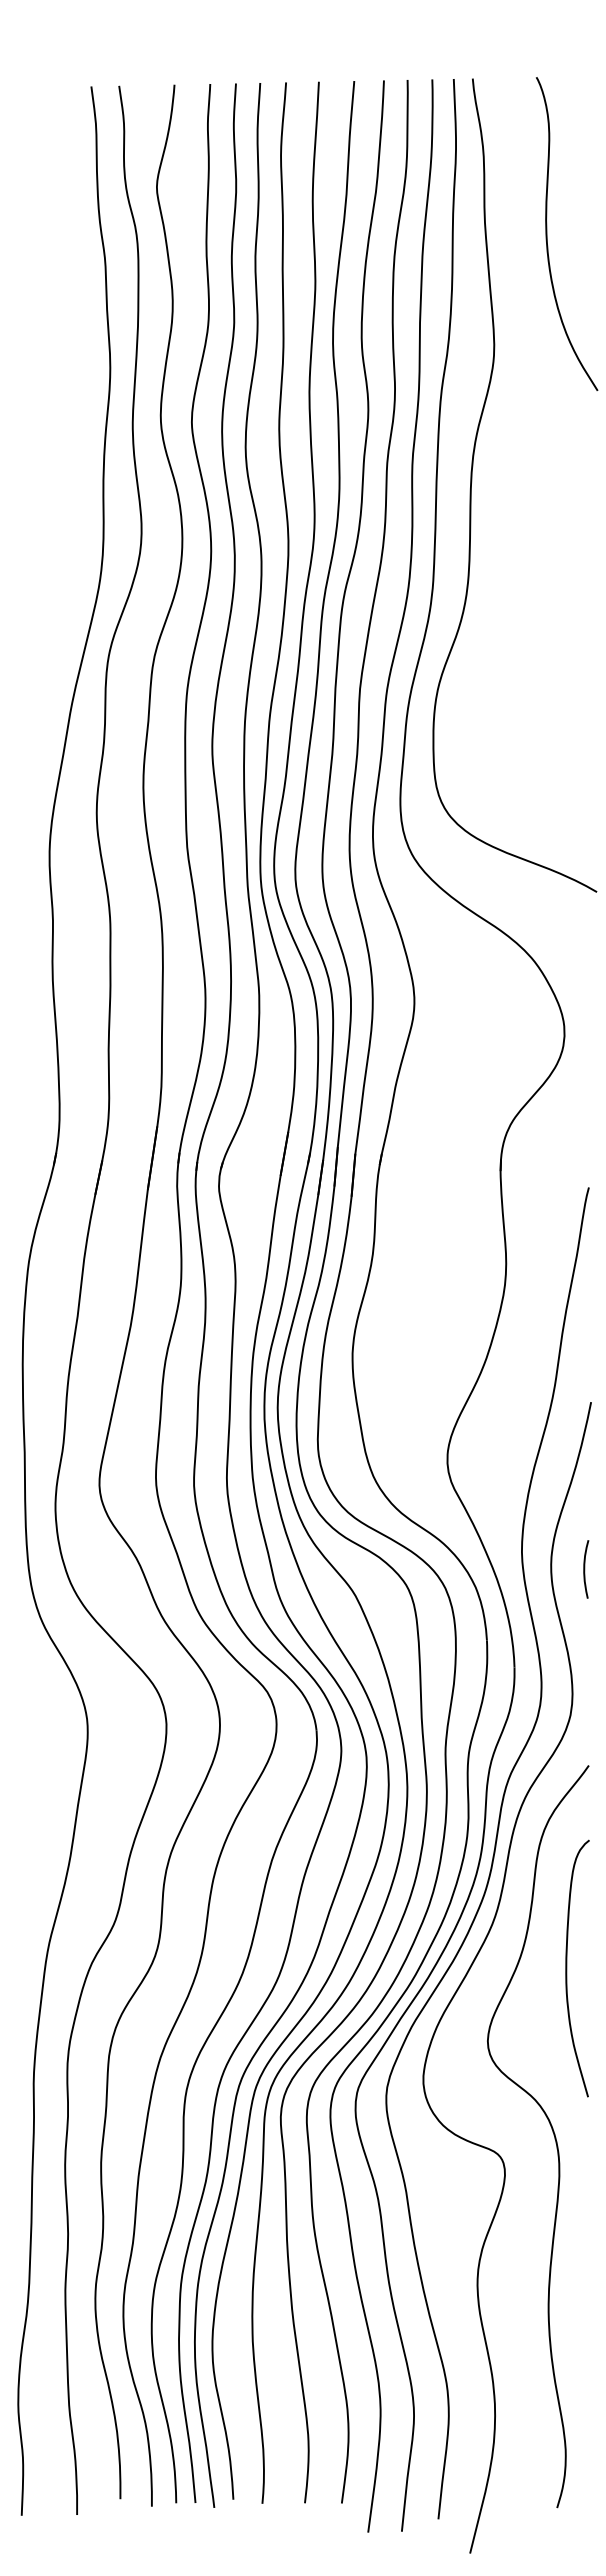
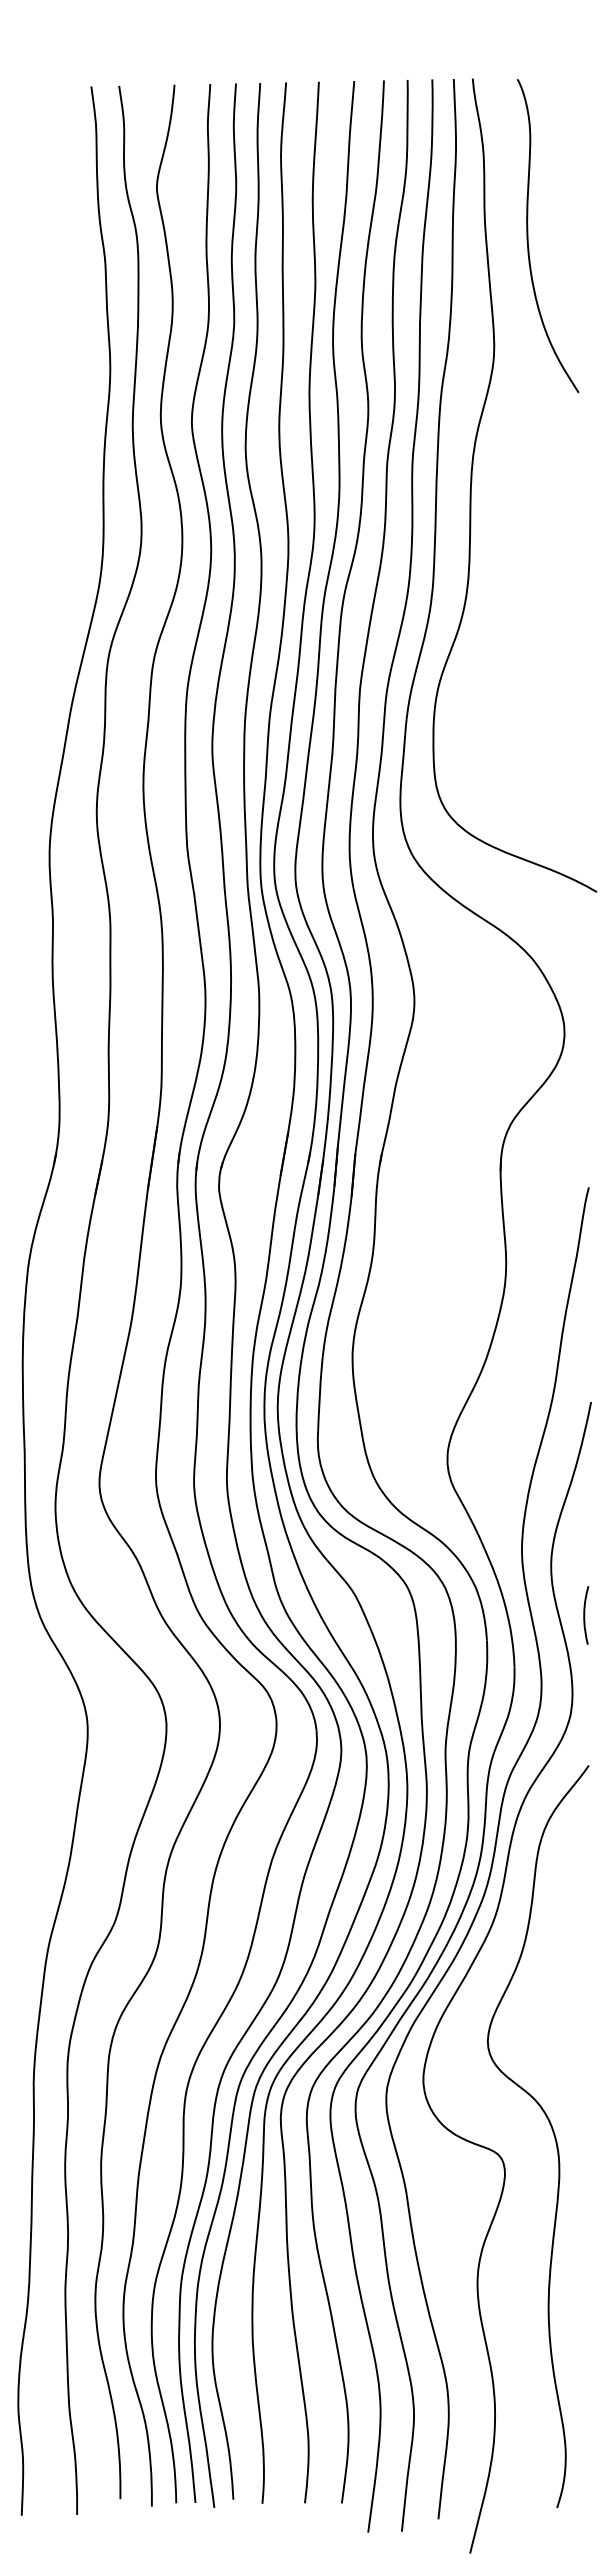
curve at (547, 233) position: (547, 233) -> (528, 235)
curve at (585, 1569) position: (585, 1569) -> (585, 1615)
curve at (567, 1968): present -> none
